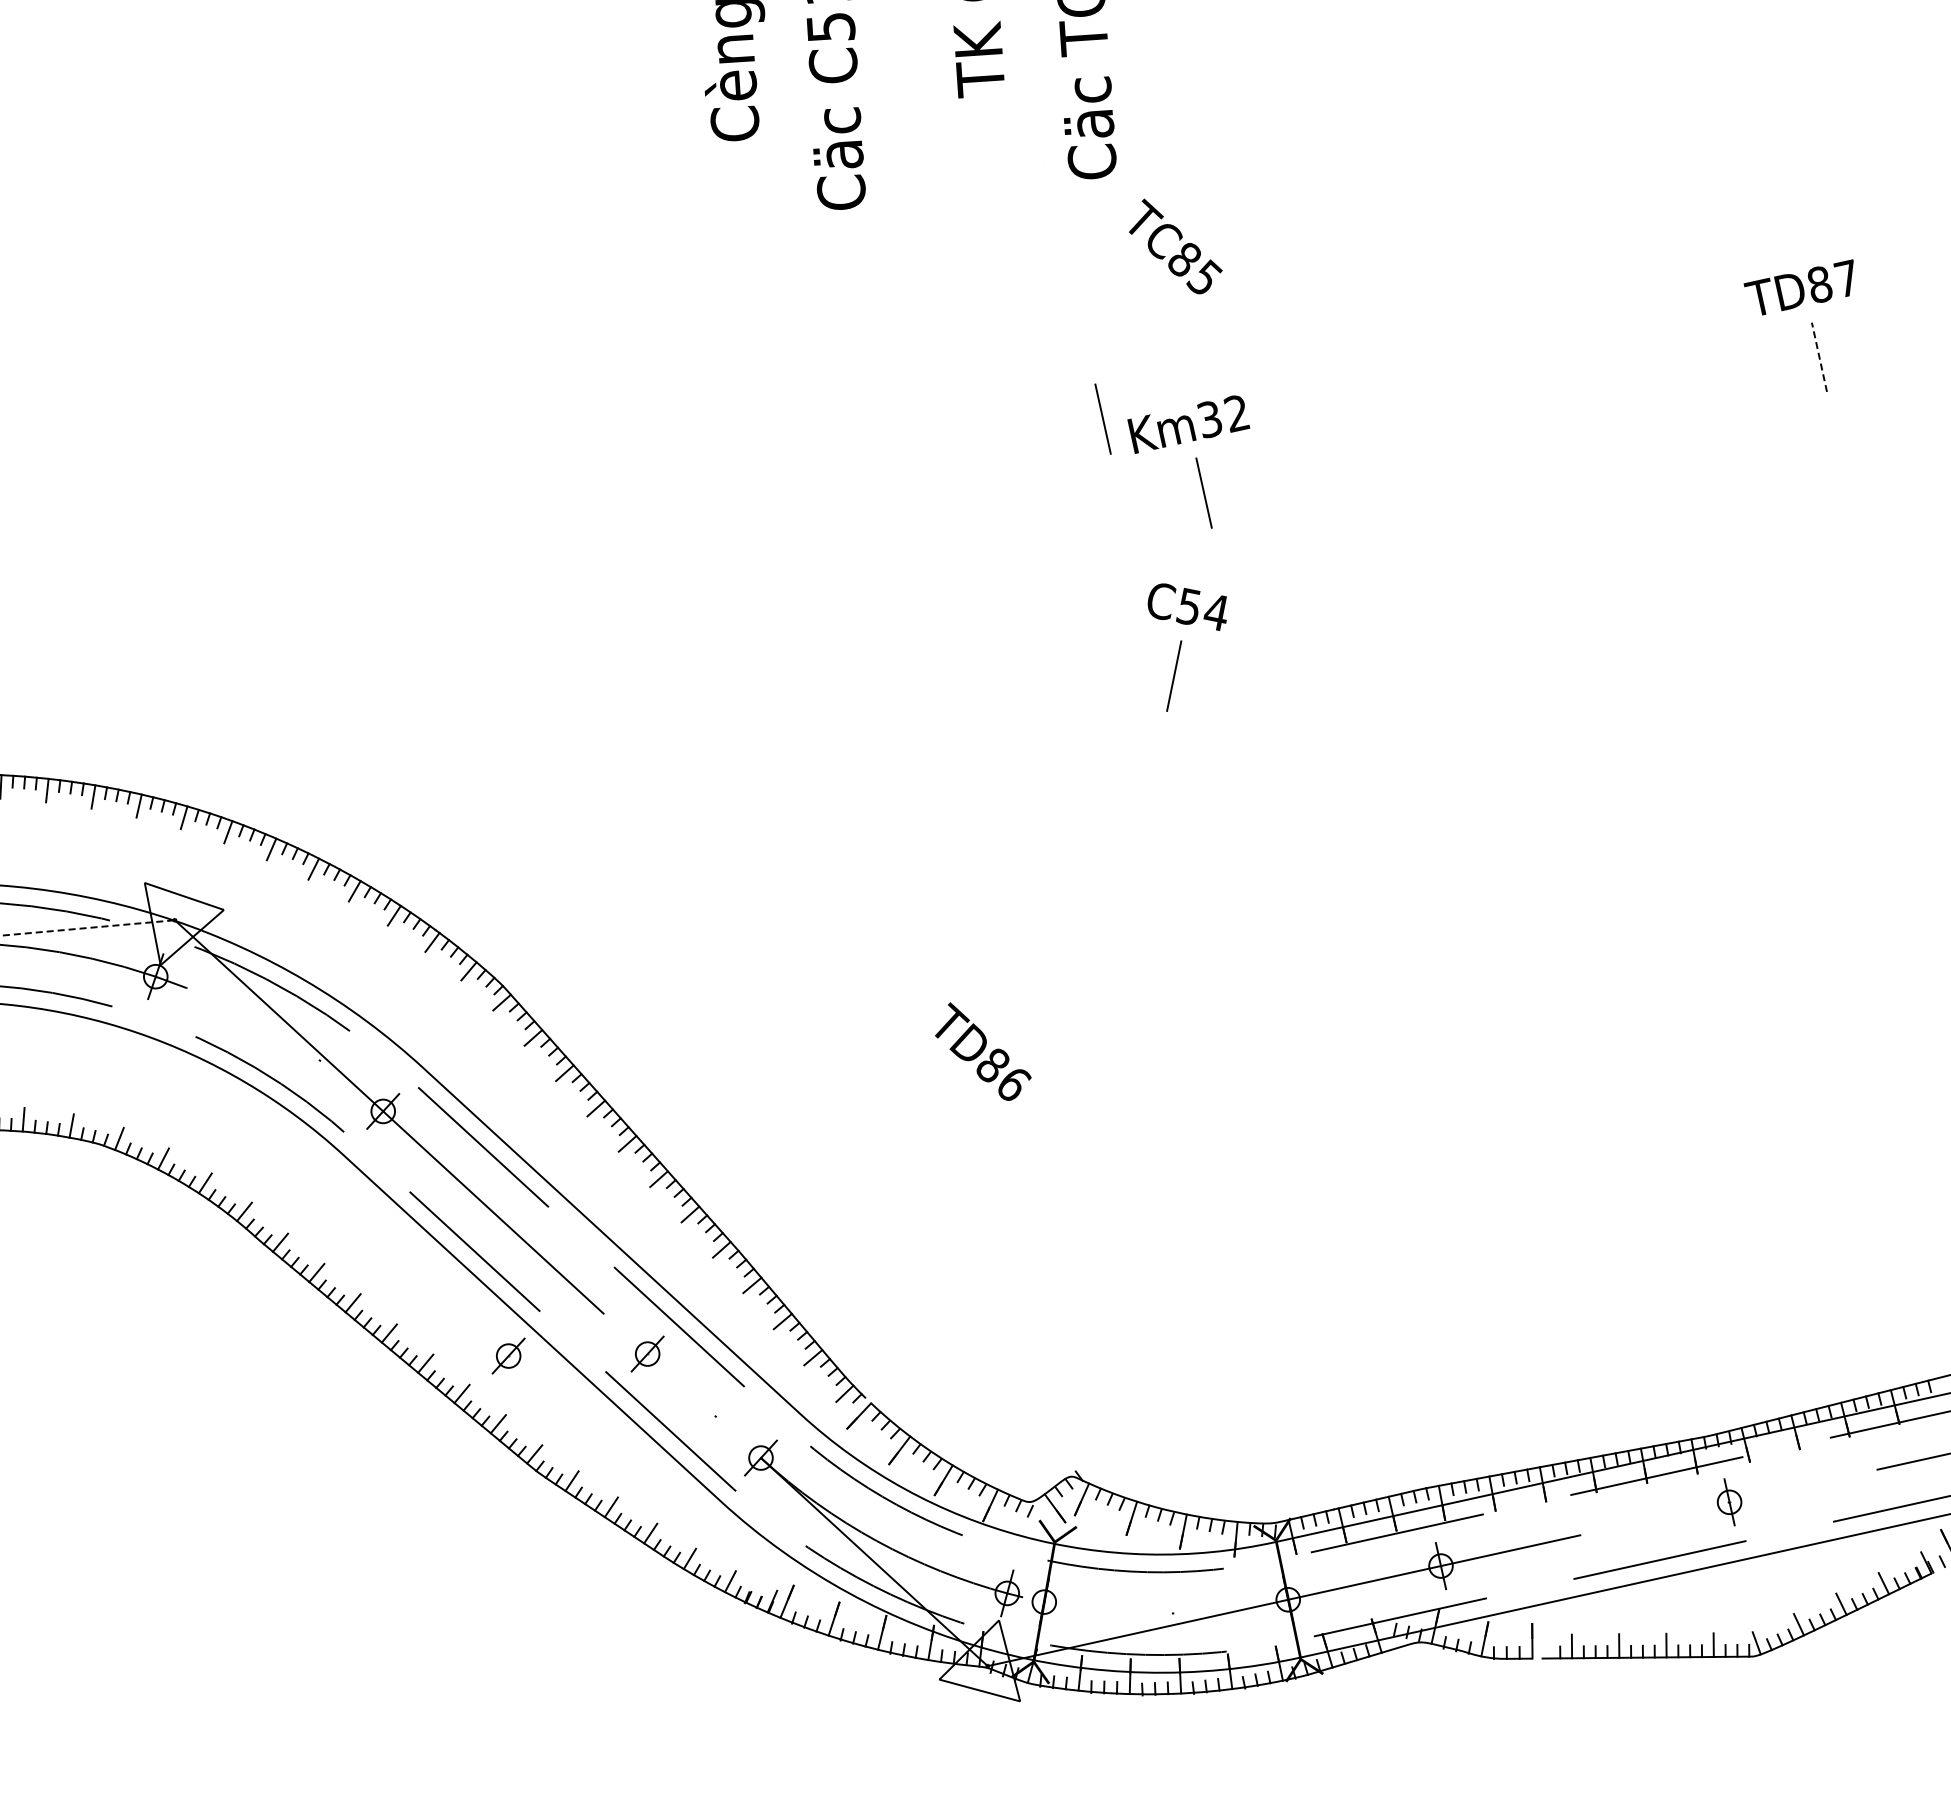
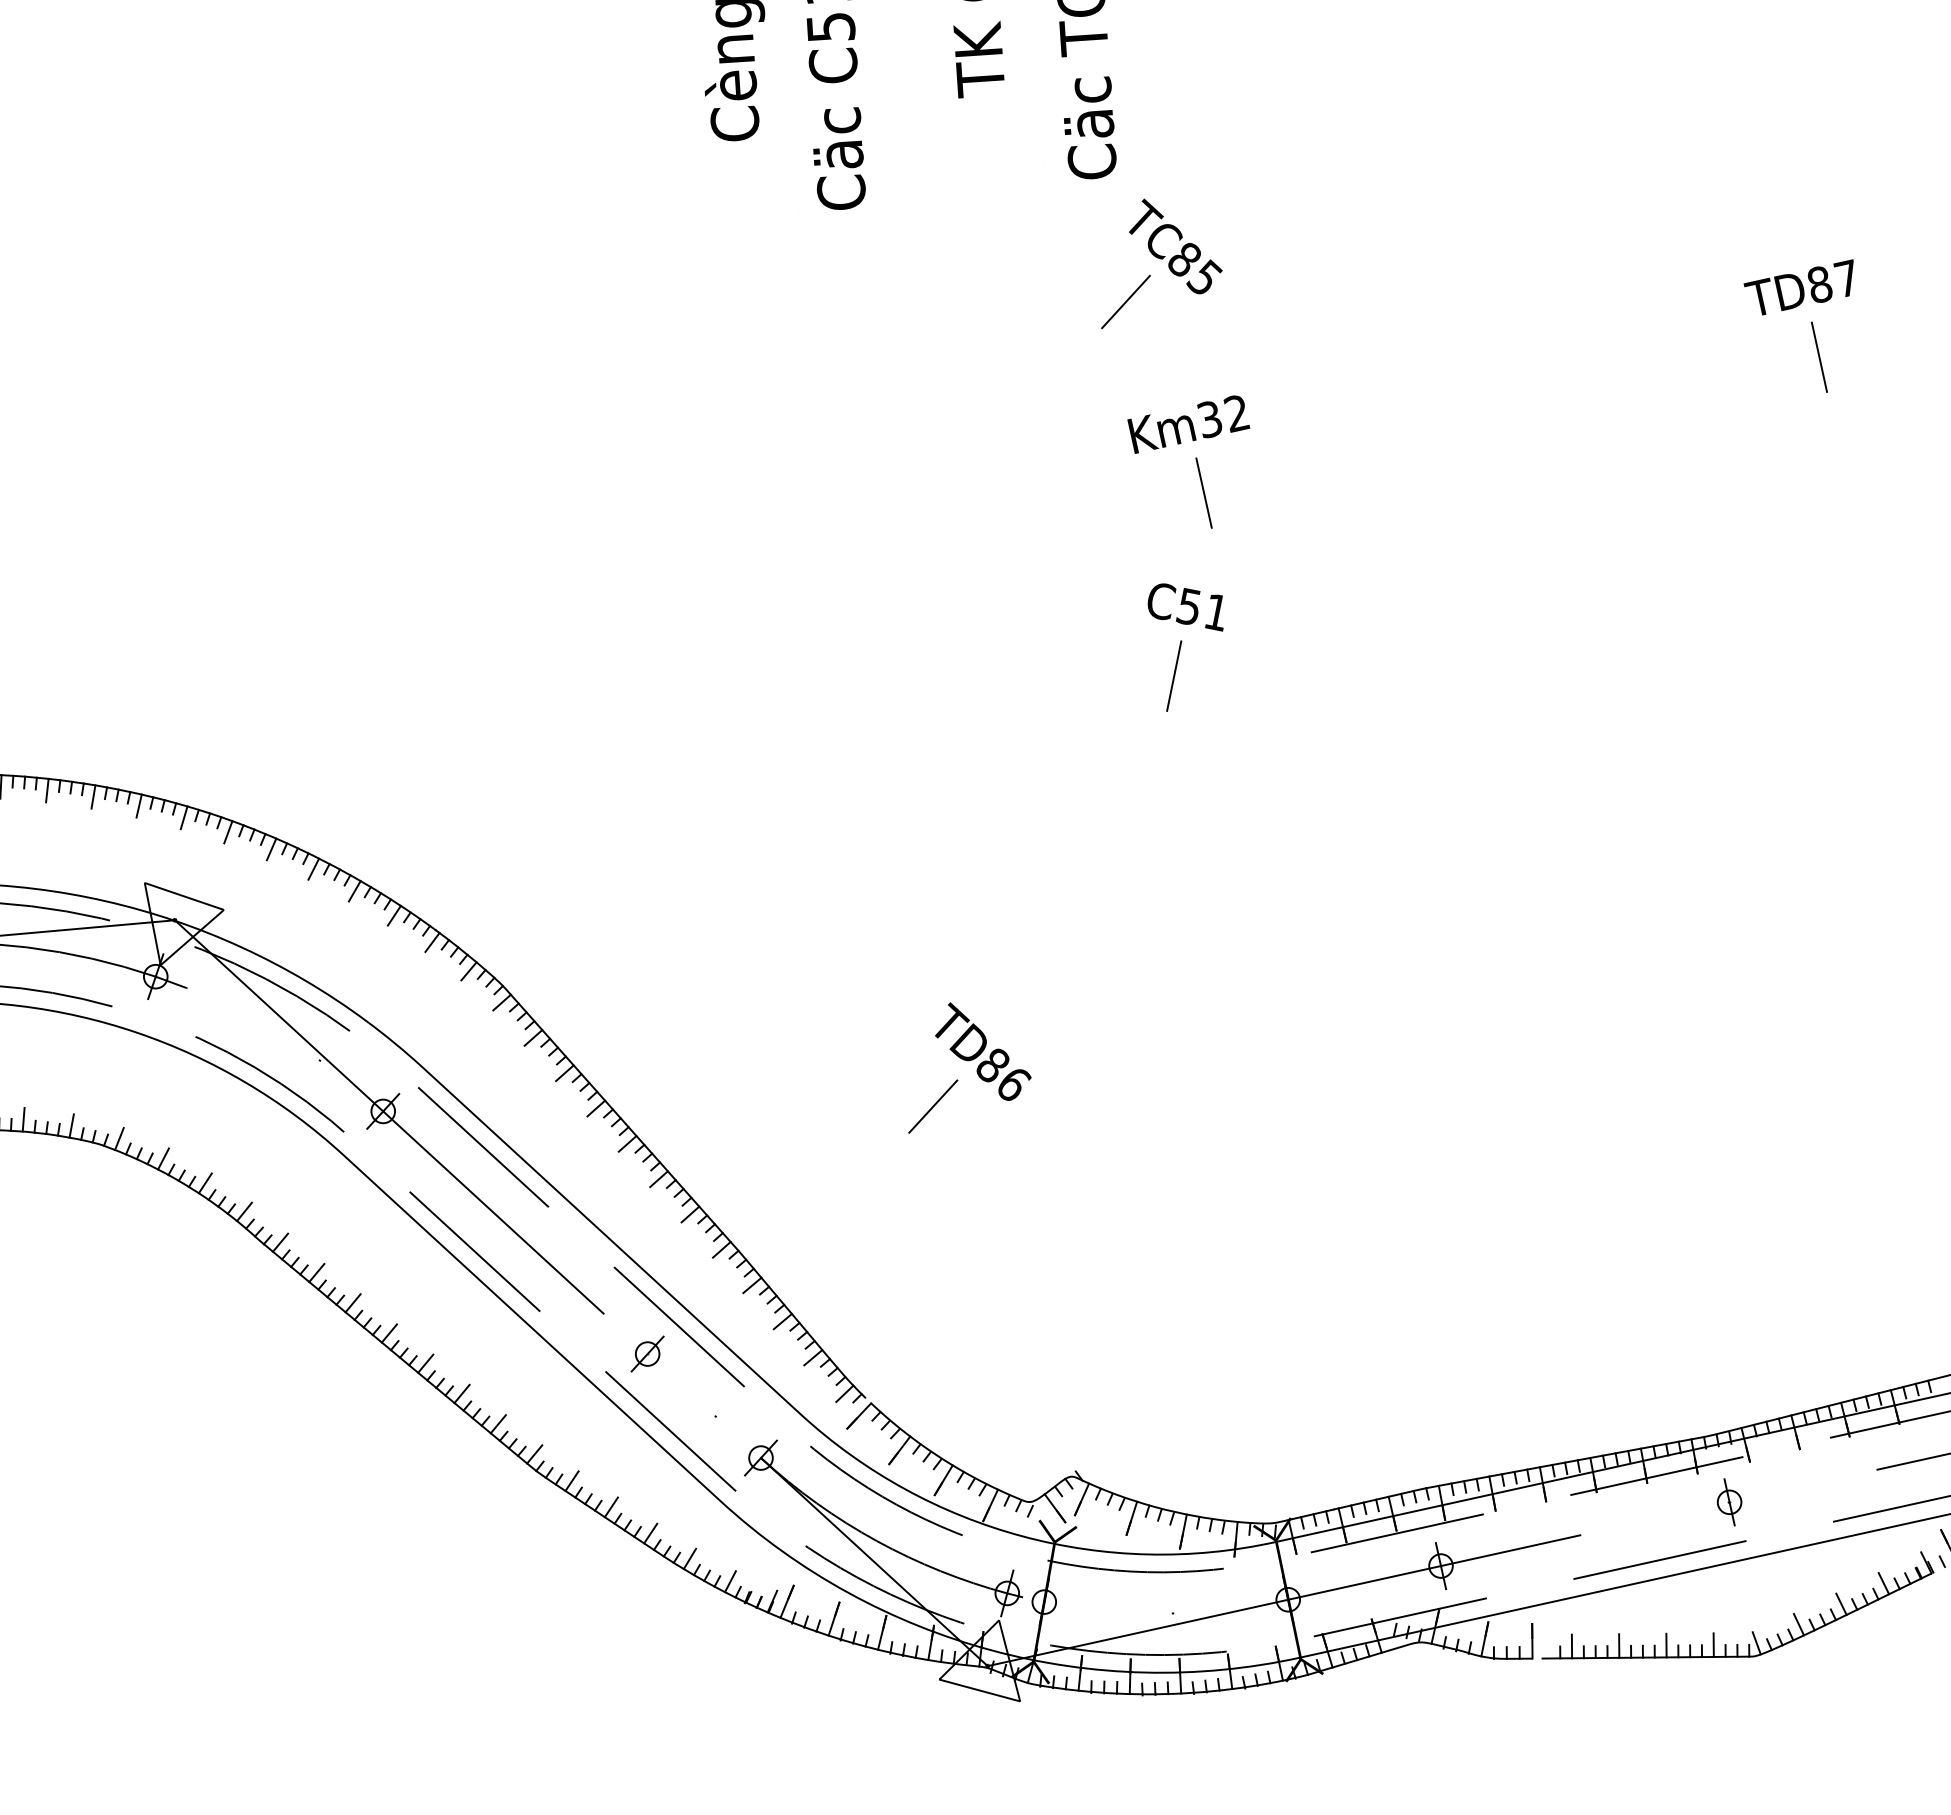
line at (1125, 301): none -> present
line at (1819, 356): dashed -> solid
line at (1102, 418): present -> none
text at (1214, 612): C54 -> C51
line at (88, 927): dashed -> solid
line at (933, 1106): none -> present
part at (508, 1355): present -> none
